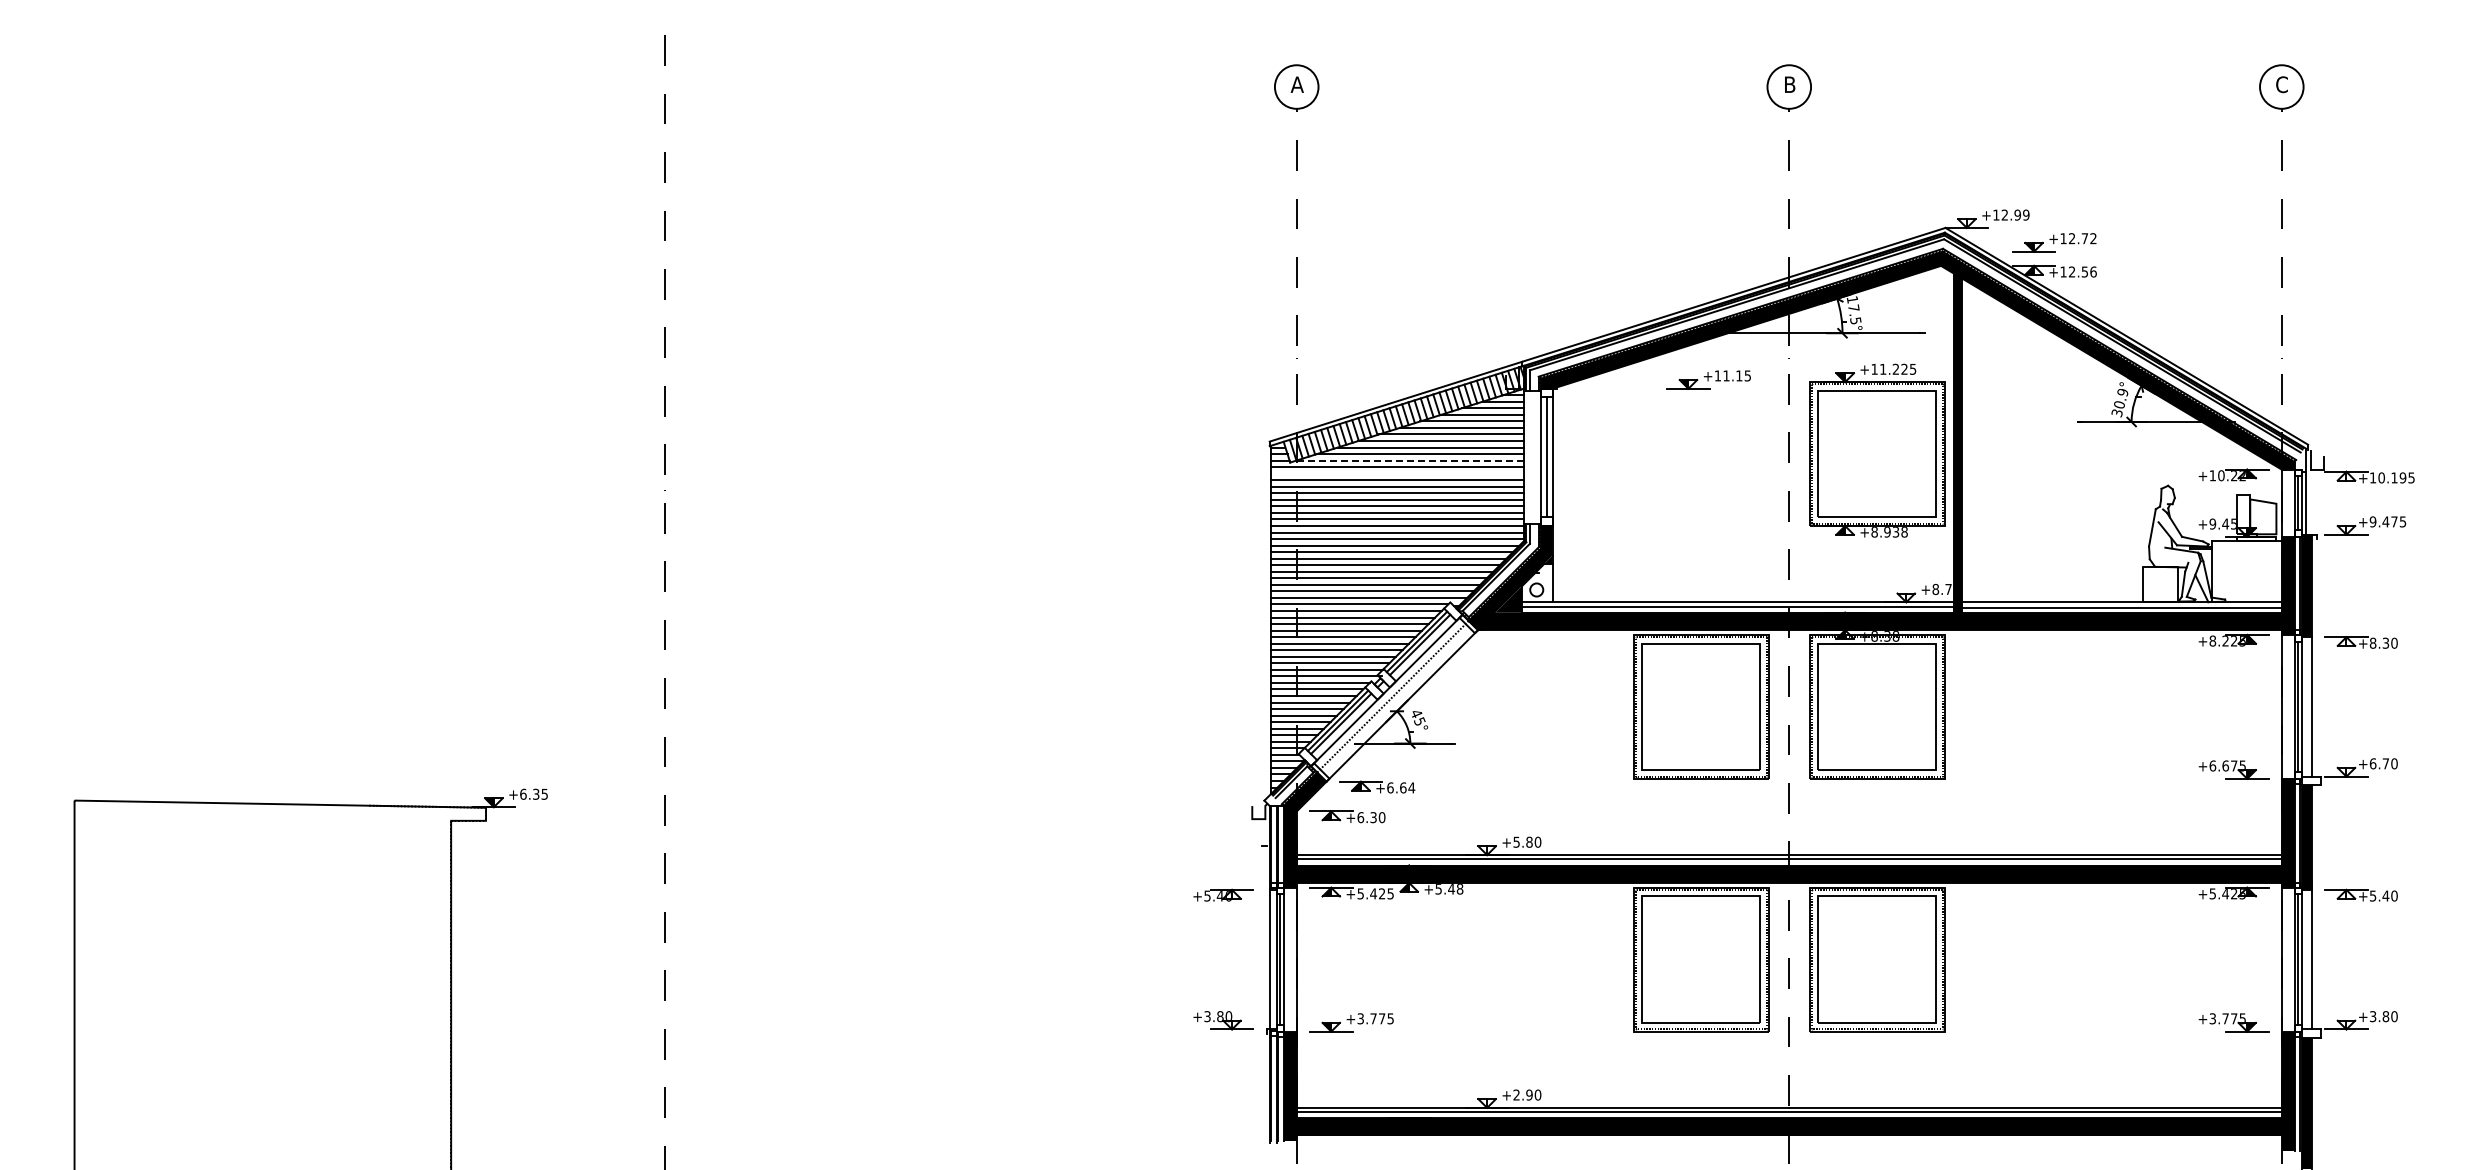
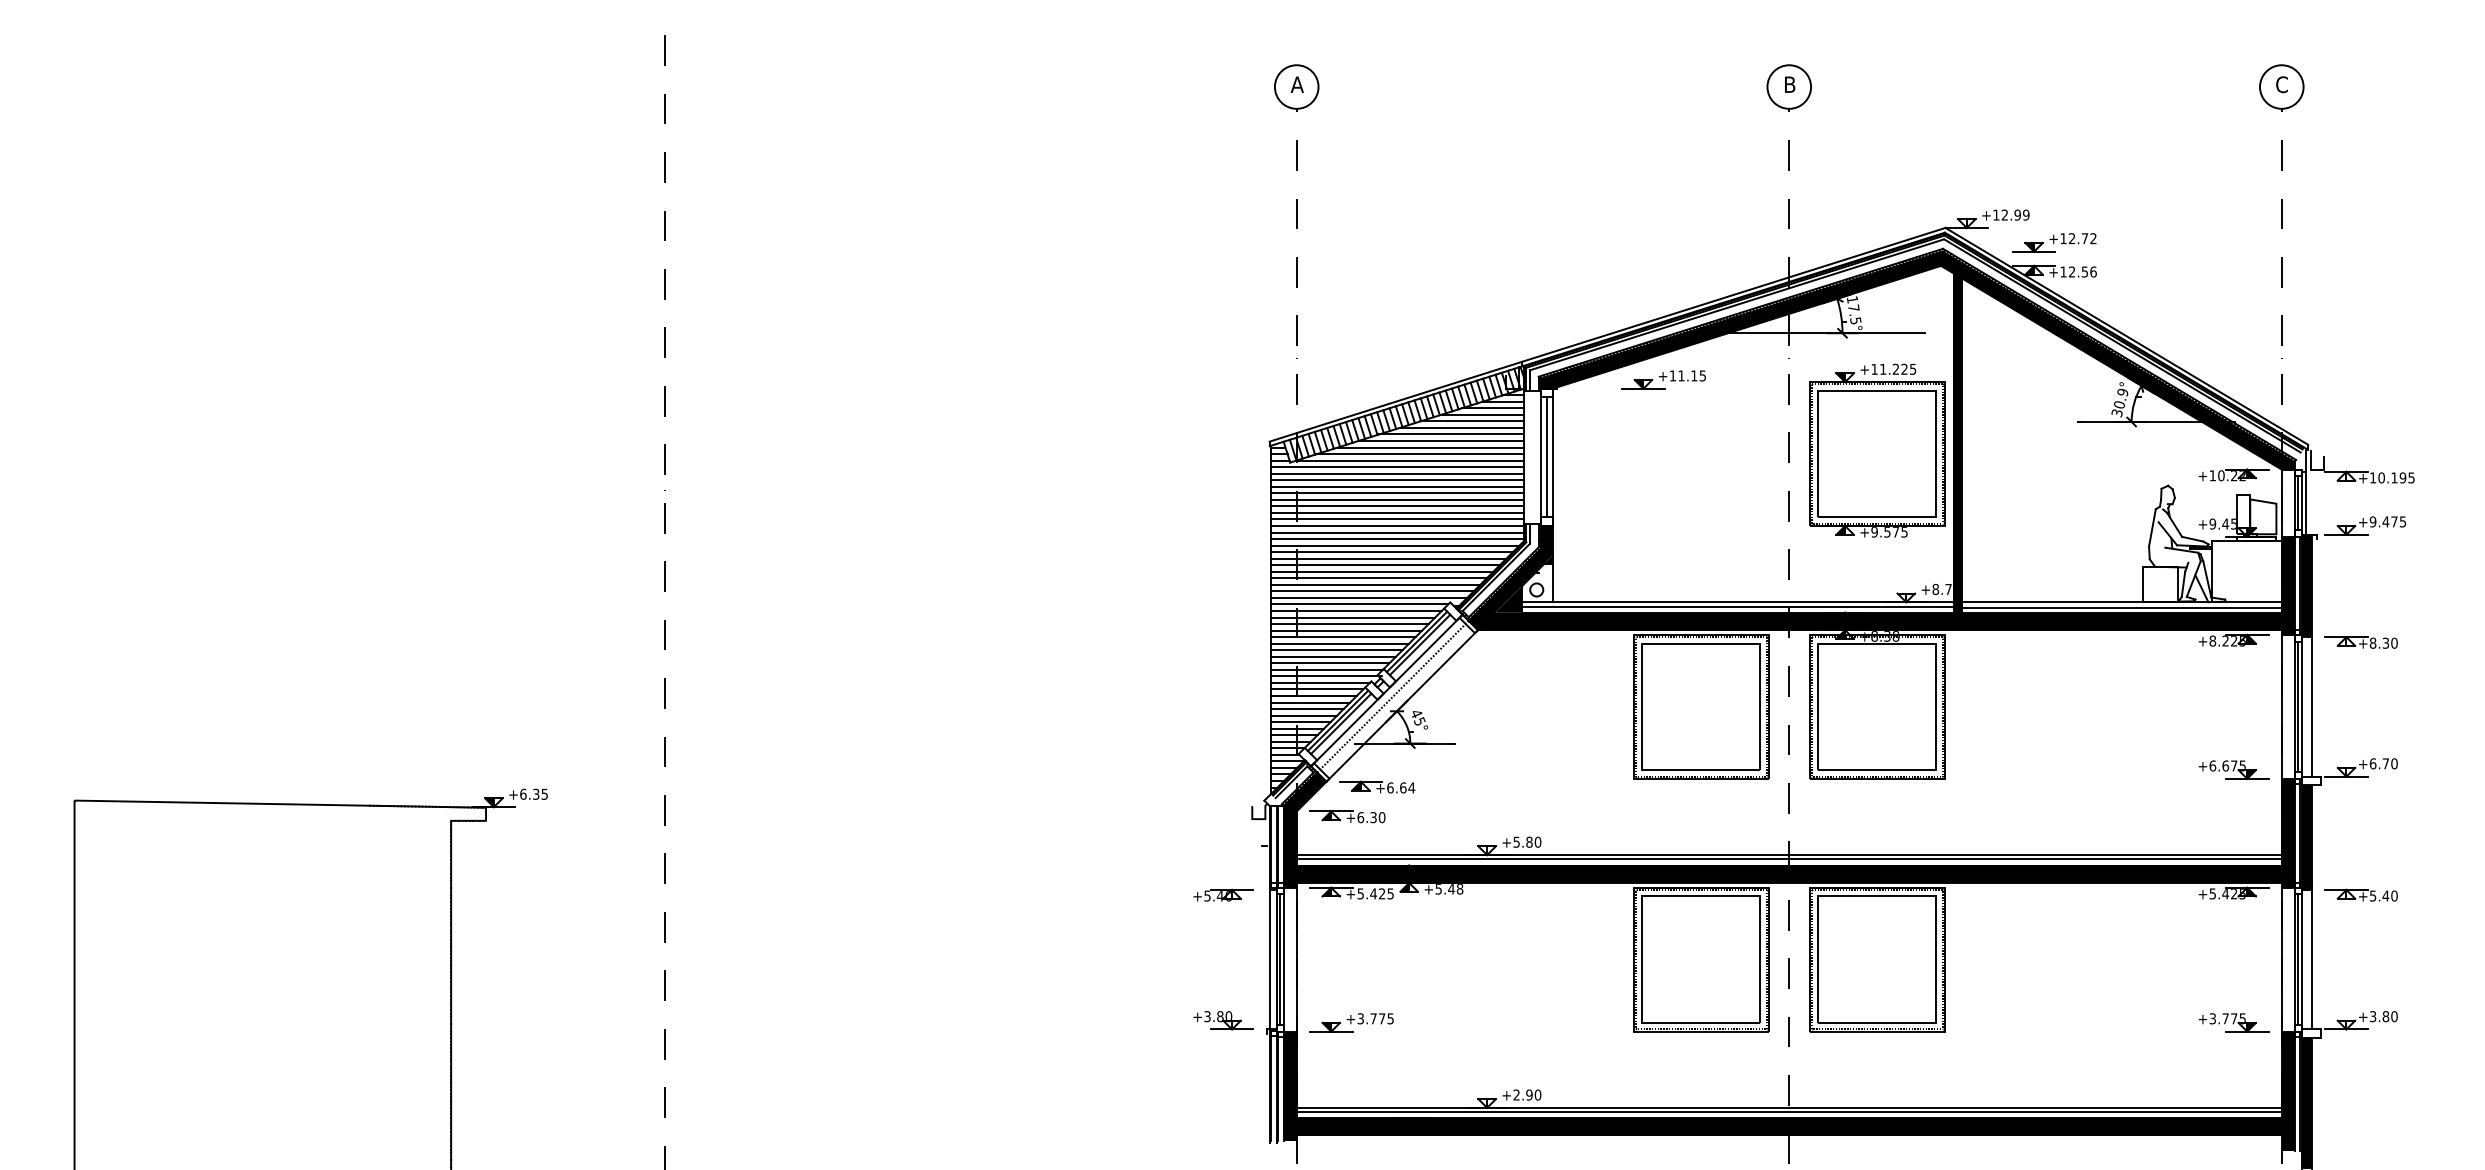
part at (1708, 379) position: (1708, 379) -> (1663, 379)
line at (1410, 460): dashed -> solid
line at (1397, 473): none -> present
text at (1889, 532): +8.938 -> +9.575
